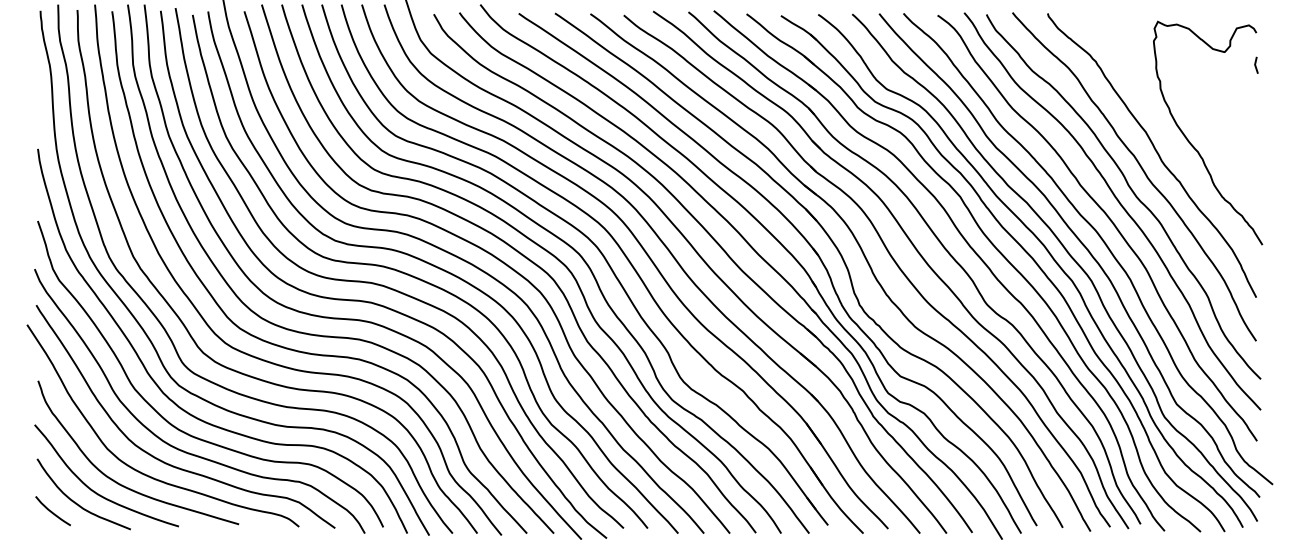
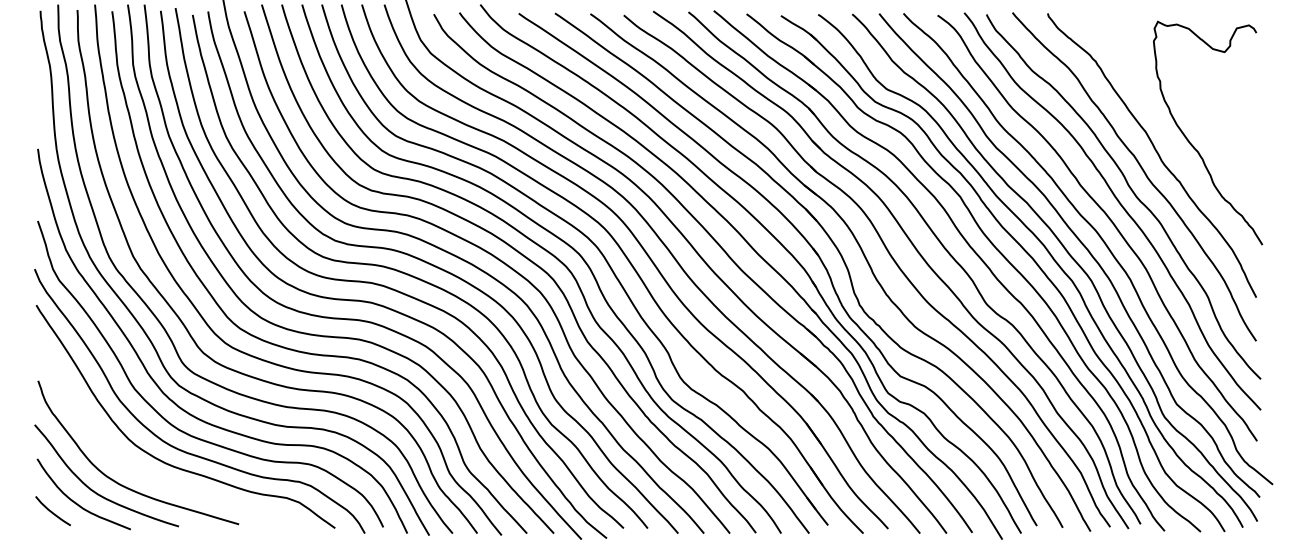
line at (1256, 64): present -> none
curve at (140, 471): present -> none
